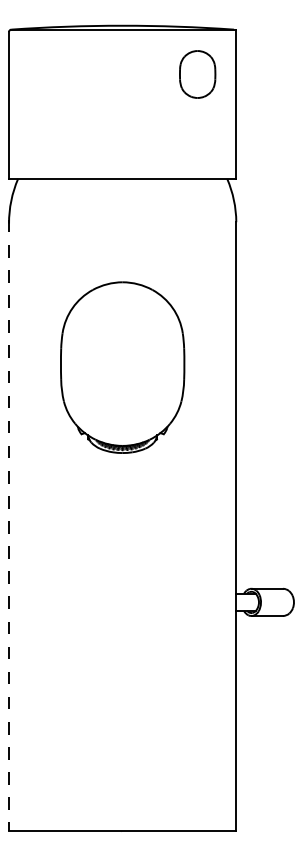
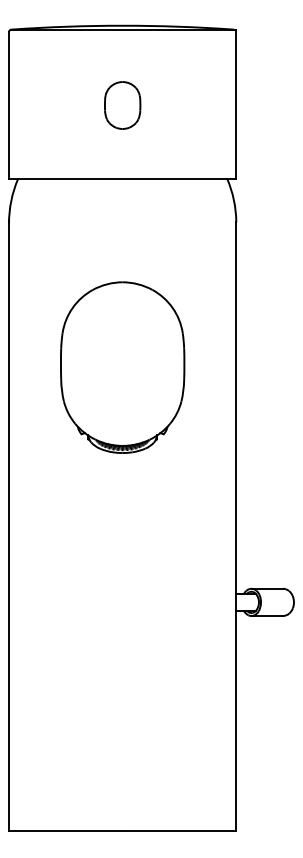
part at (197, 74) position: (197, 74) -> (122, 105)
line at (9, 525): dashed -> solid
